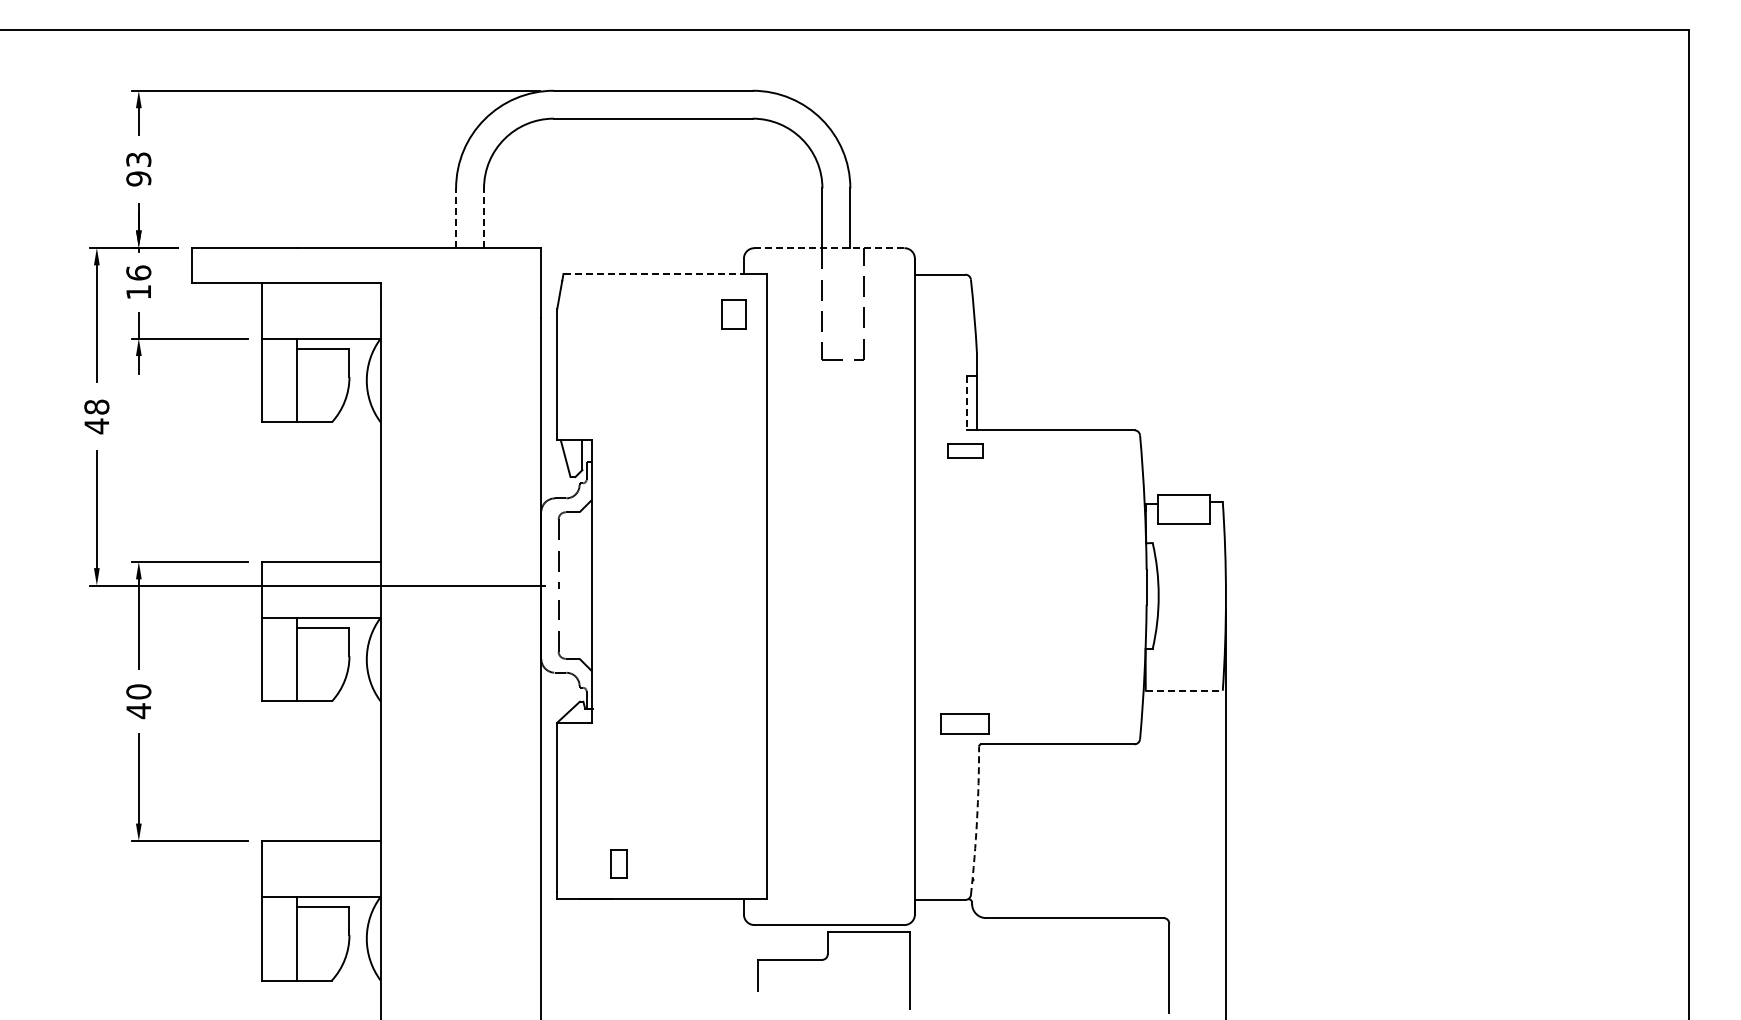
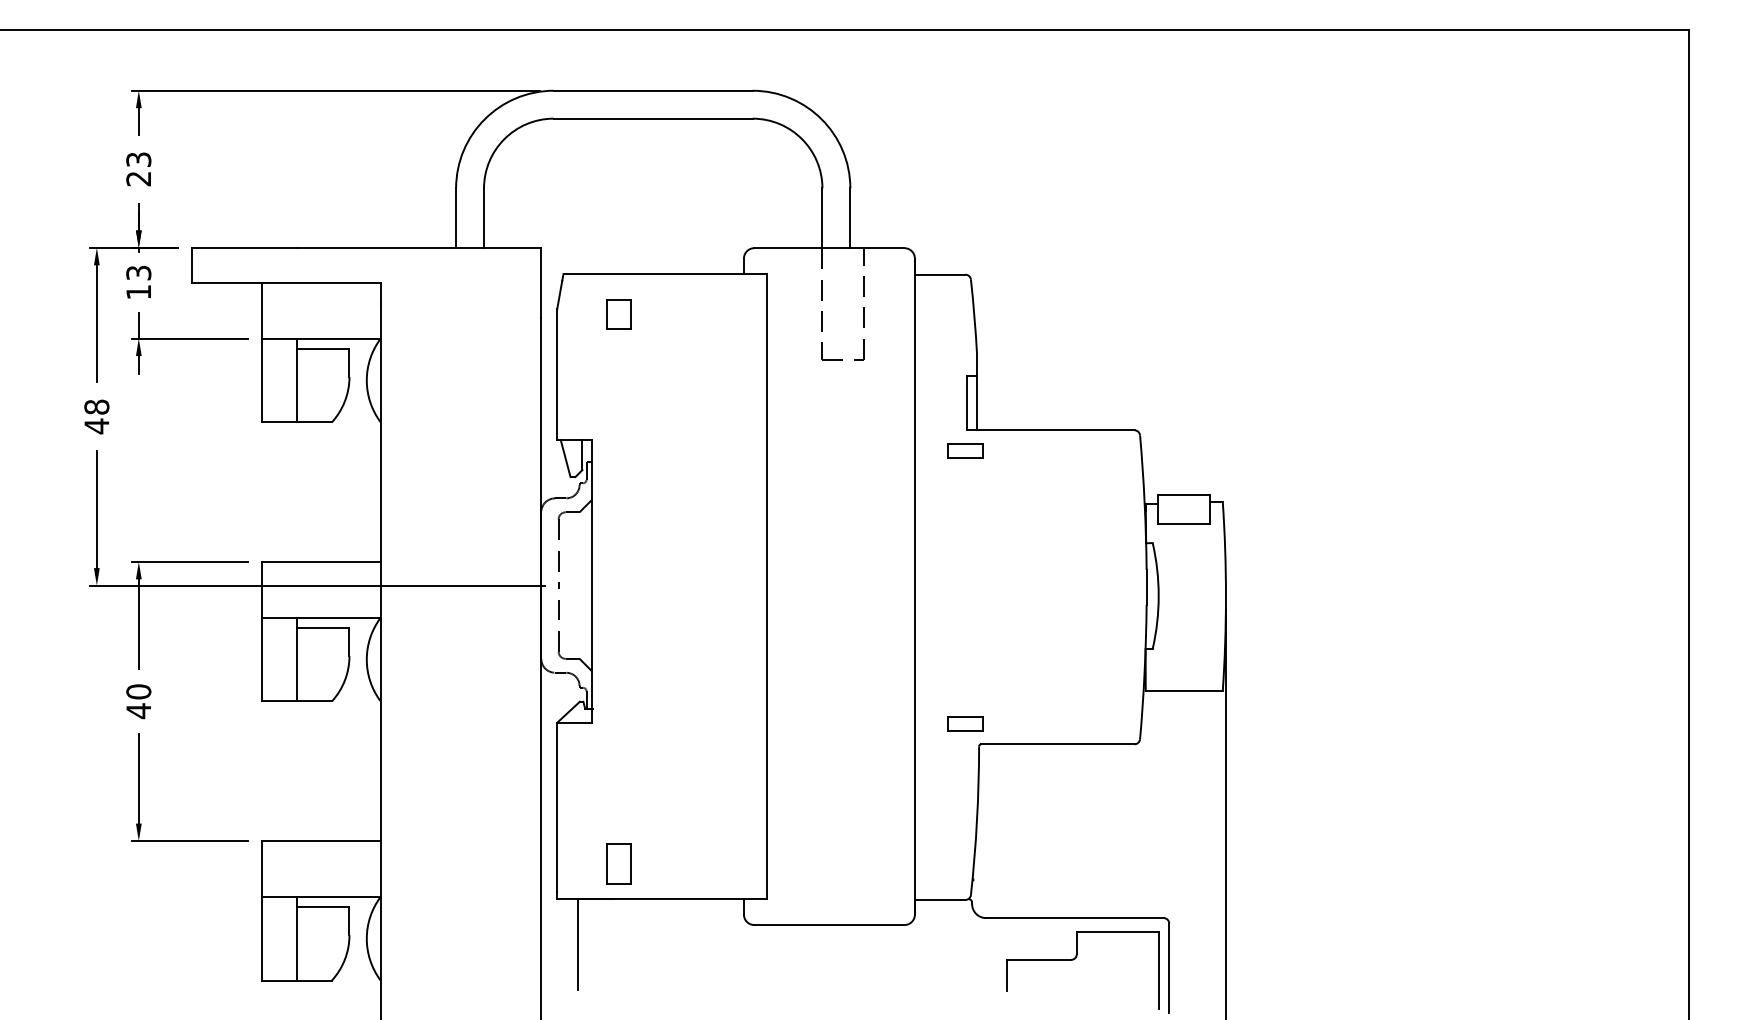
text at (138, 178): 93 -> 23
line at (456, 218): dashed -> solid
line at (484, 218): dashed -> solid
line at (828, 248): dashed -> solid
text at (138, 272): 16 -> 13
line at (654, 274): dashed -> solid
part at (733, 314) position: (733, 314) -> (618, 314)
line at (967, 403): dashed -> solid
line at (1184, 690): dashed -> solid
part at (964, 723) size: 50x22 px -> 37x16 px
arc at (977, 820): dashed -> solid
part at (618, 863) size: 18x30 px -> 26x42 px
line at (577, 944): none -> present
part at (826, 959) position: (826, 959) -> (1075, 959)
